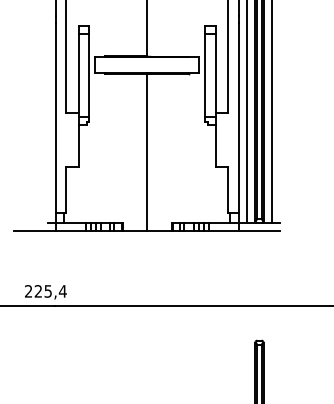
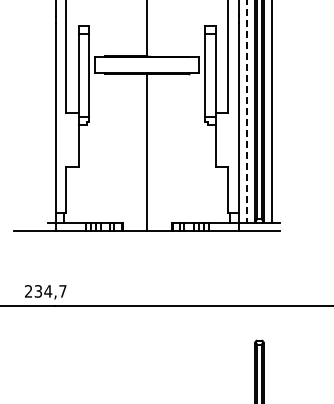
line at (247, 112): solid -> dashed
text at (50, 291): 225,4 -> 234,7
